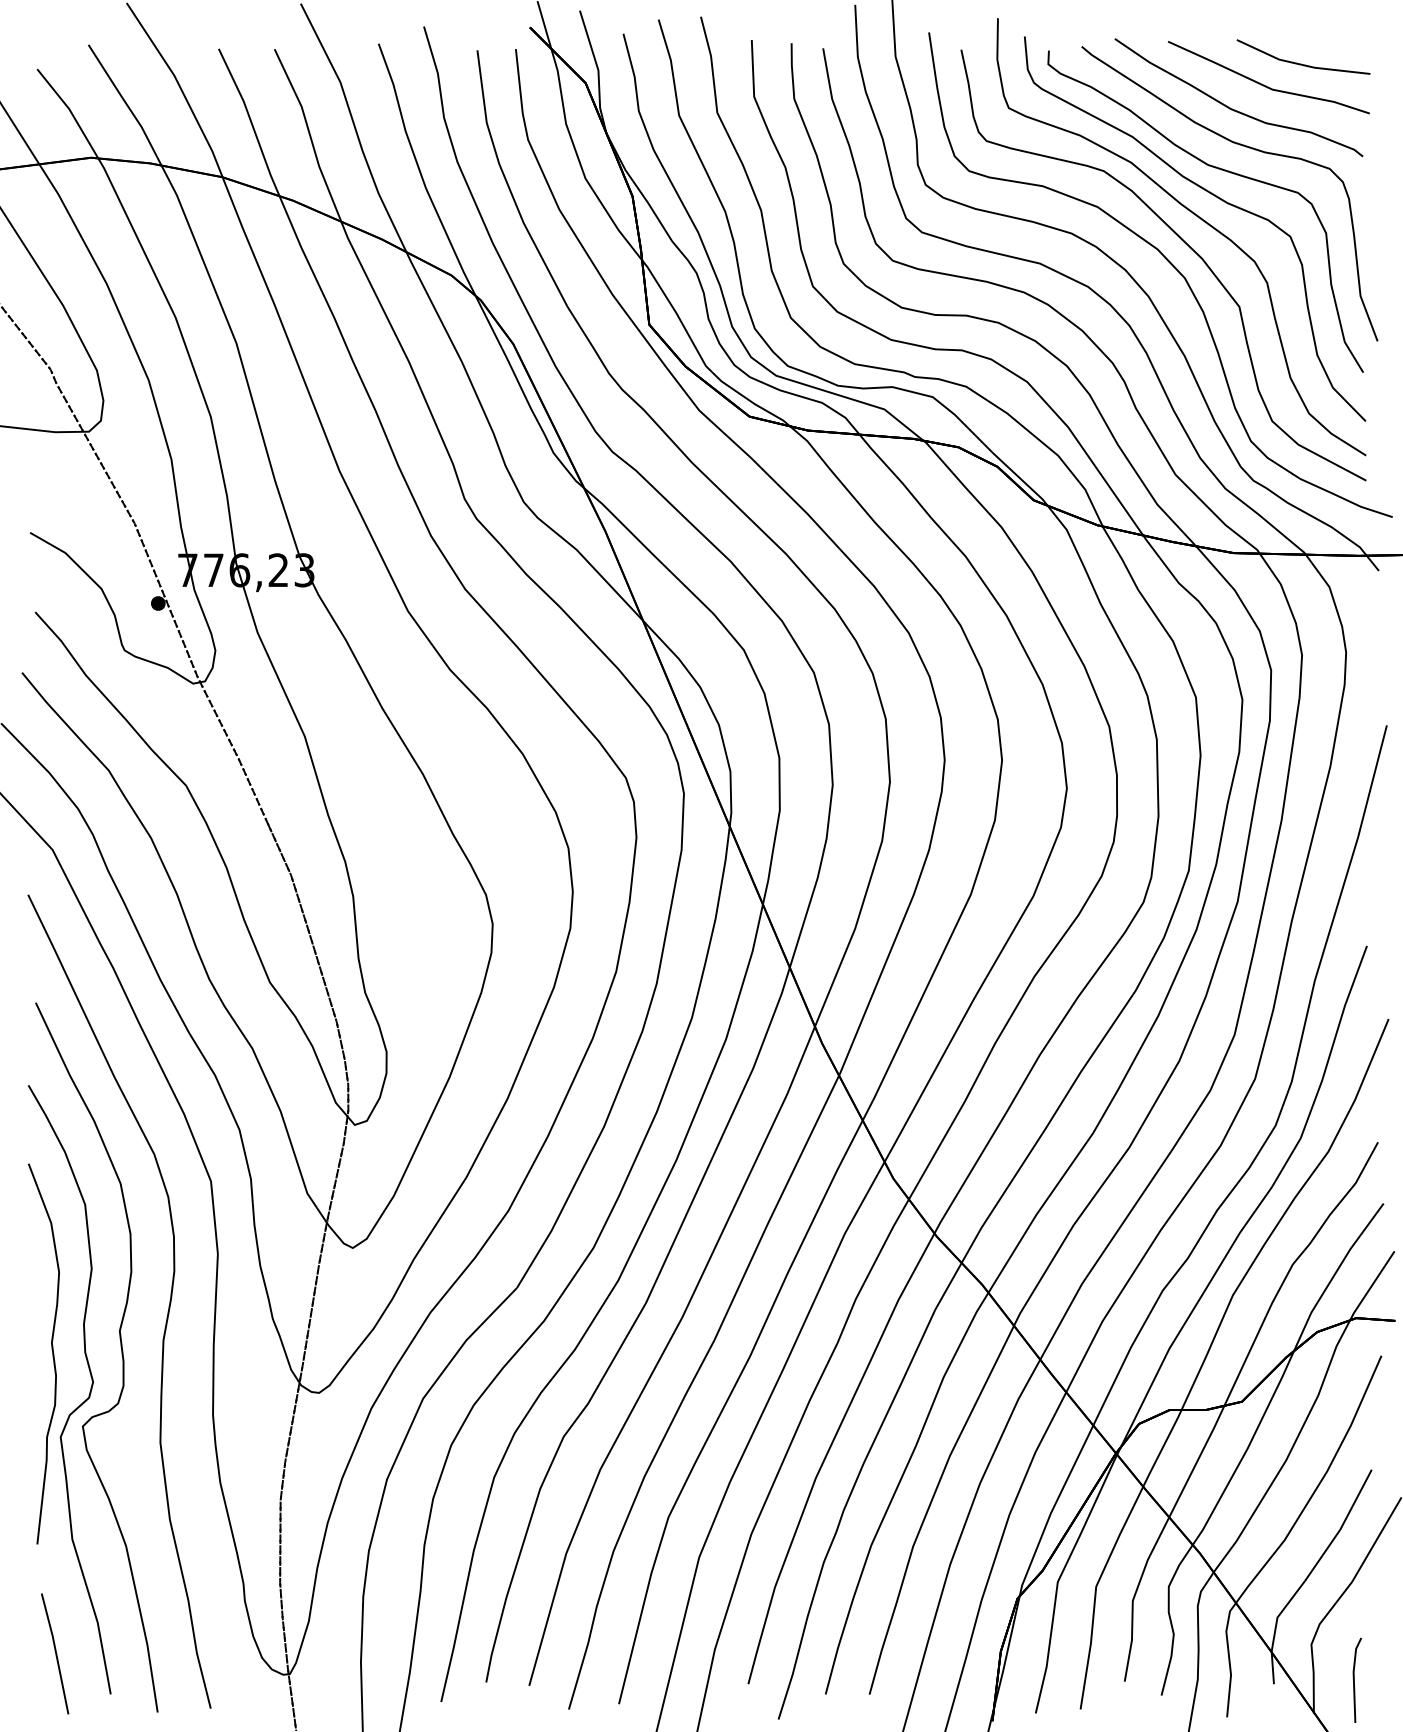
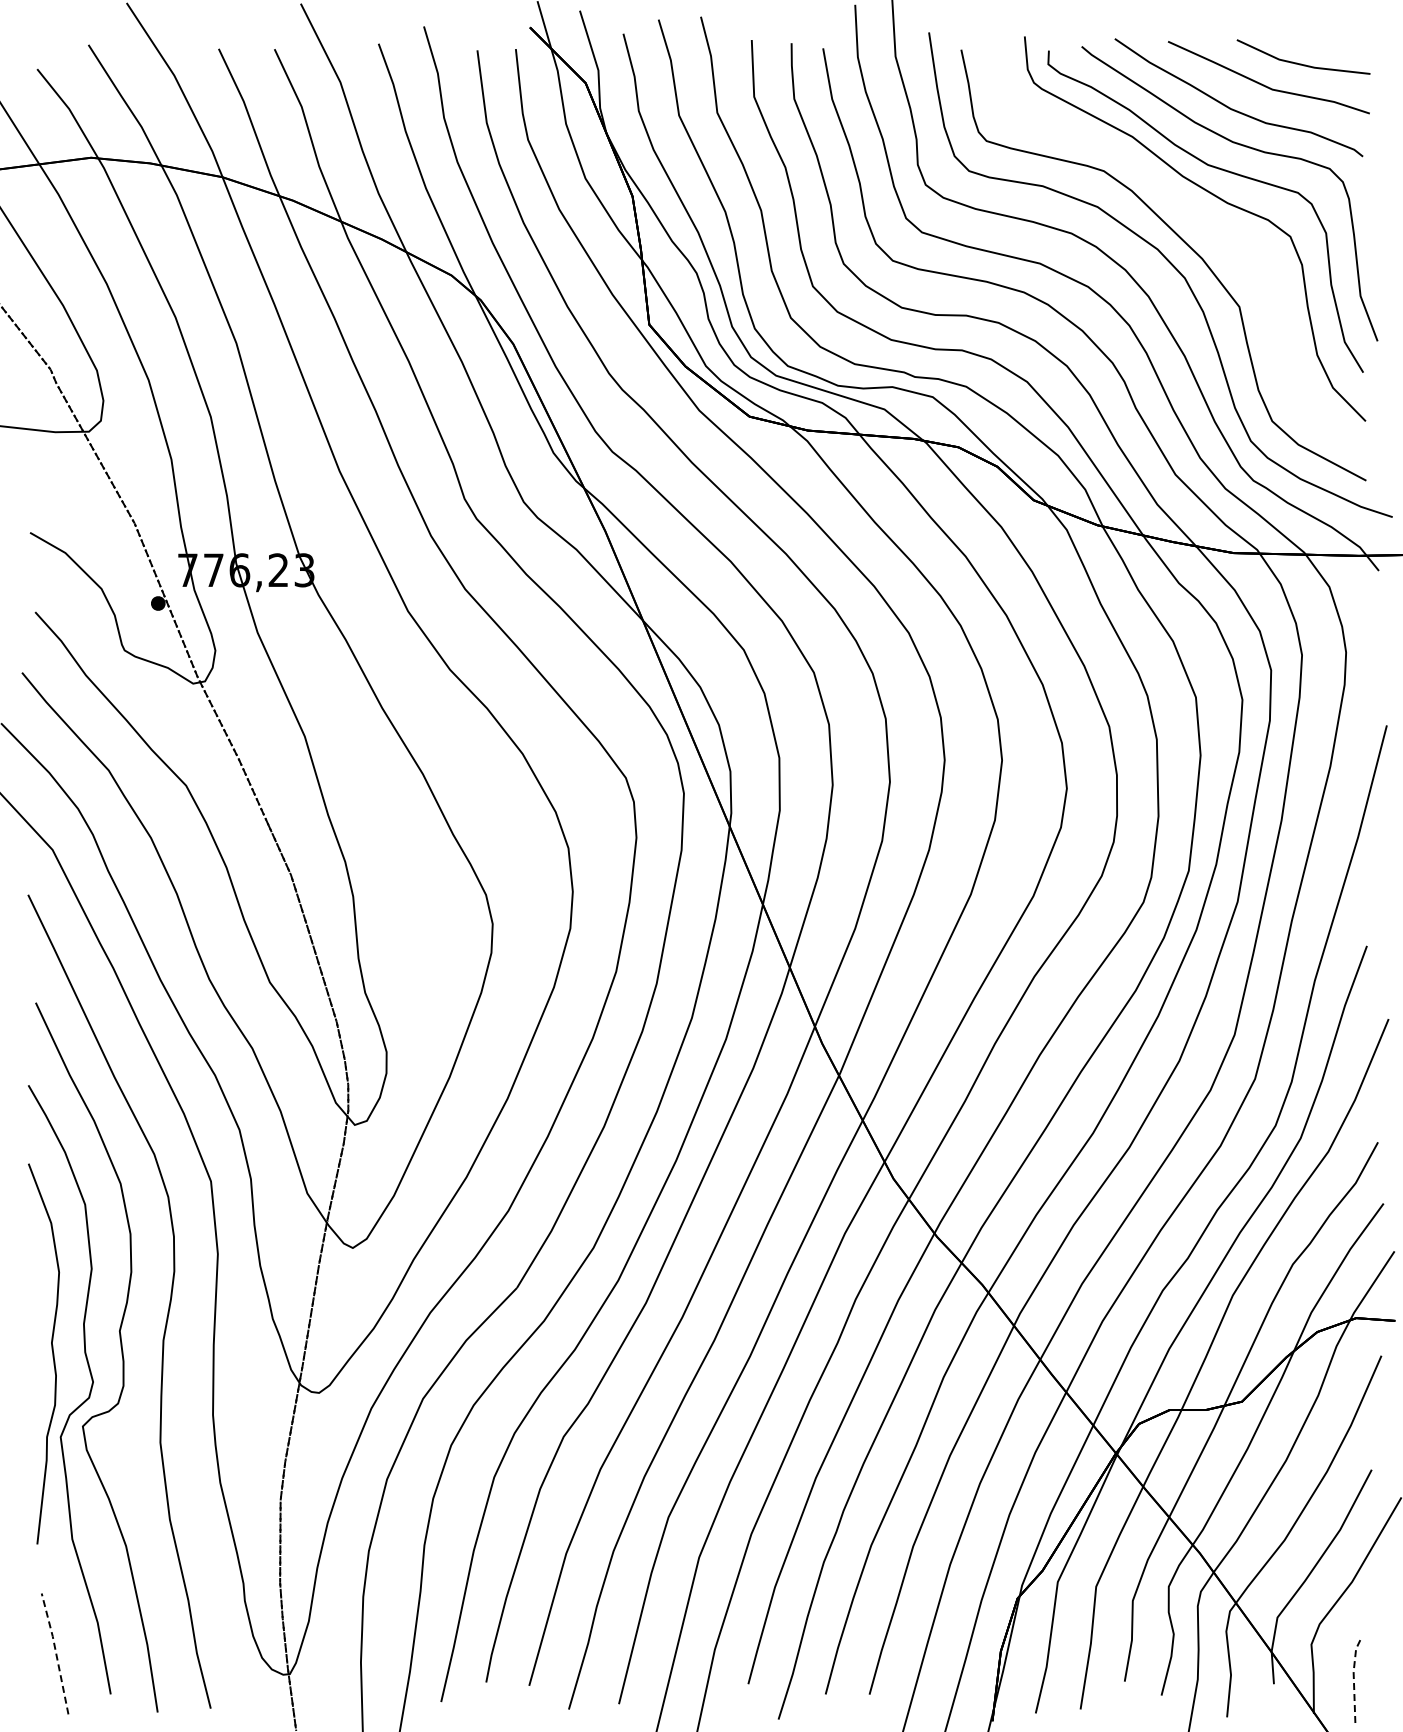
curve at (1194, 215): present -> none
line at (56, 1652): solid -> dashed
line at (1353, 1678): solid -> dashed
